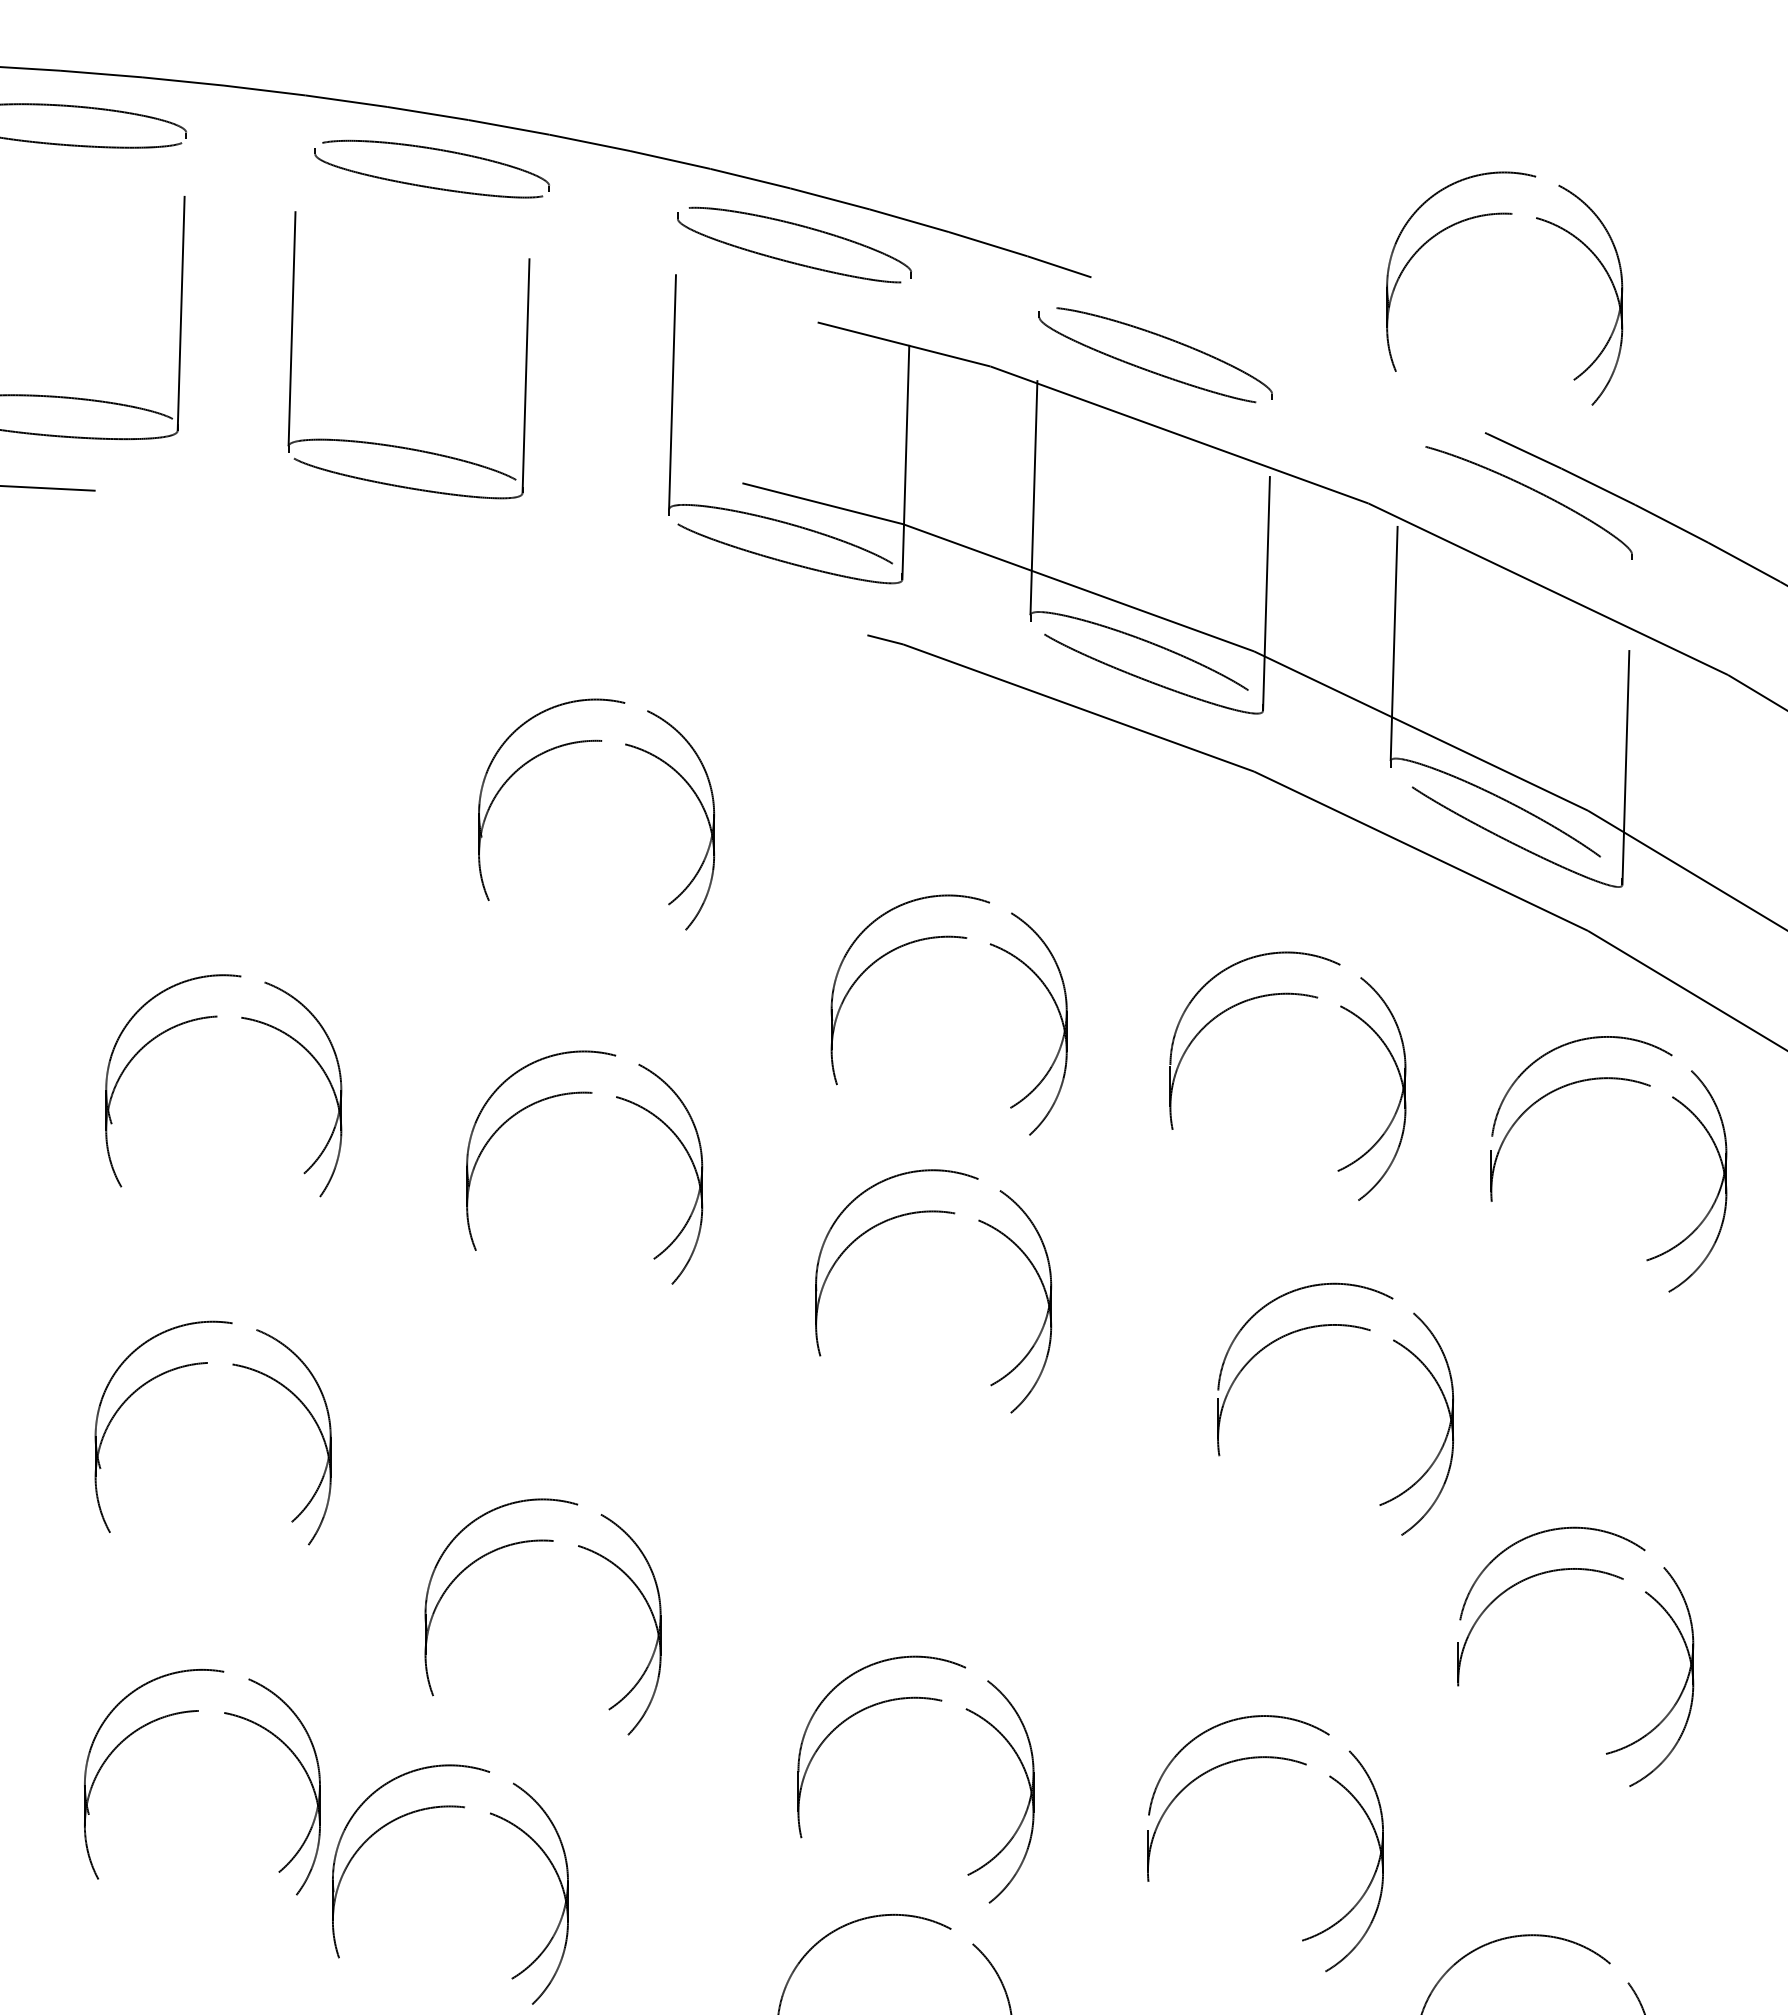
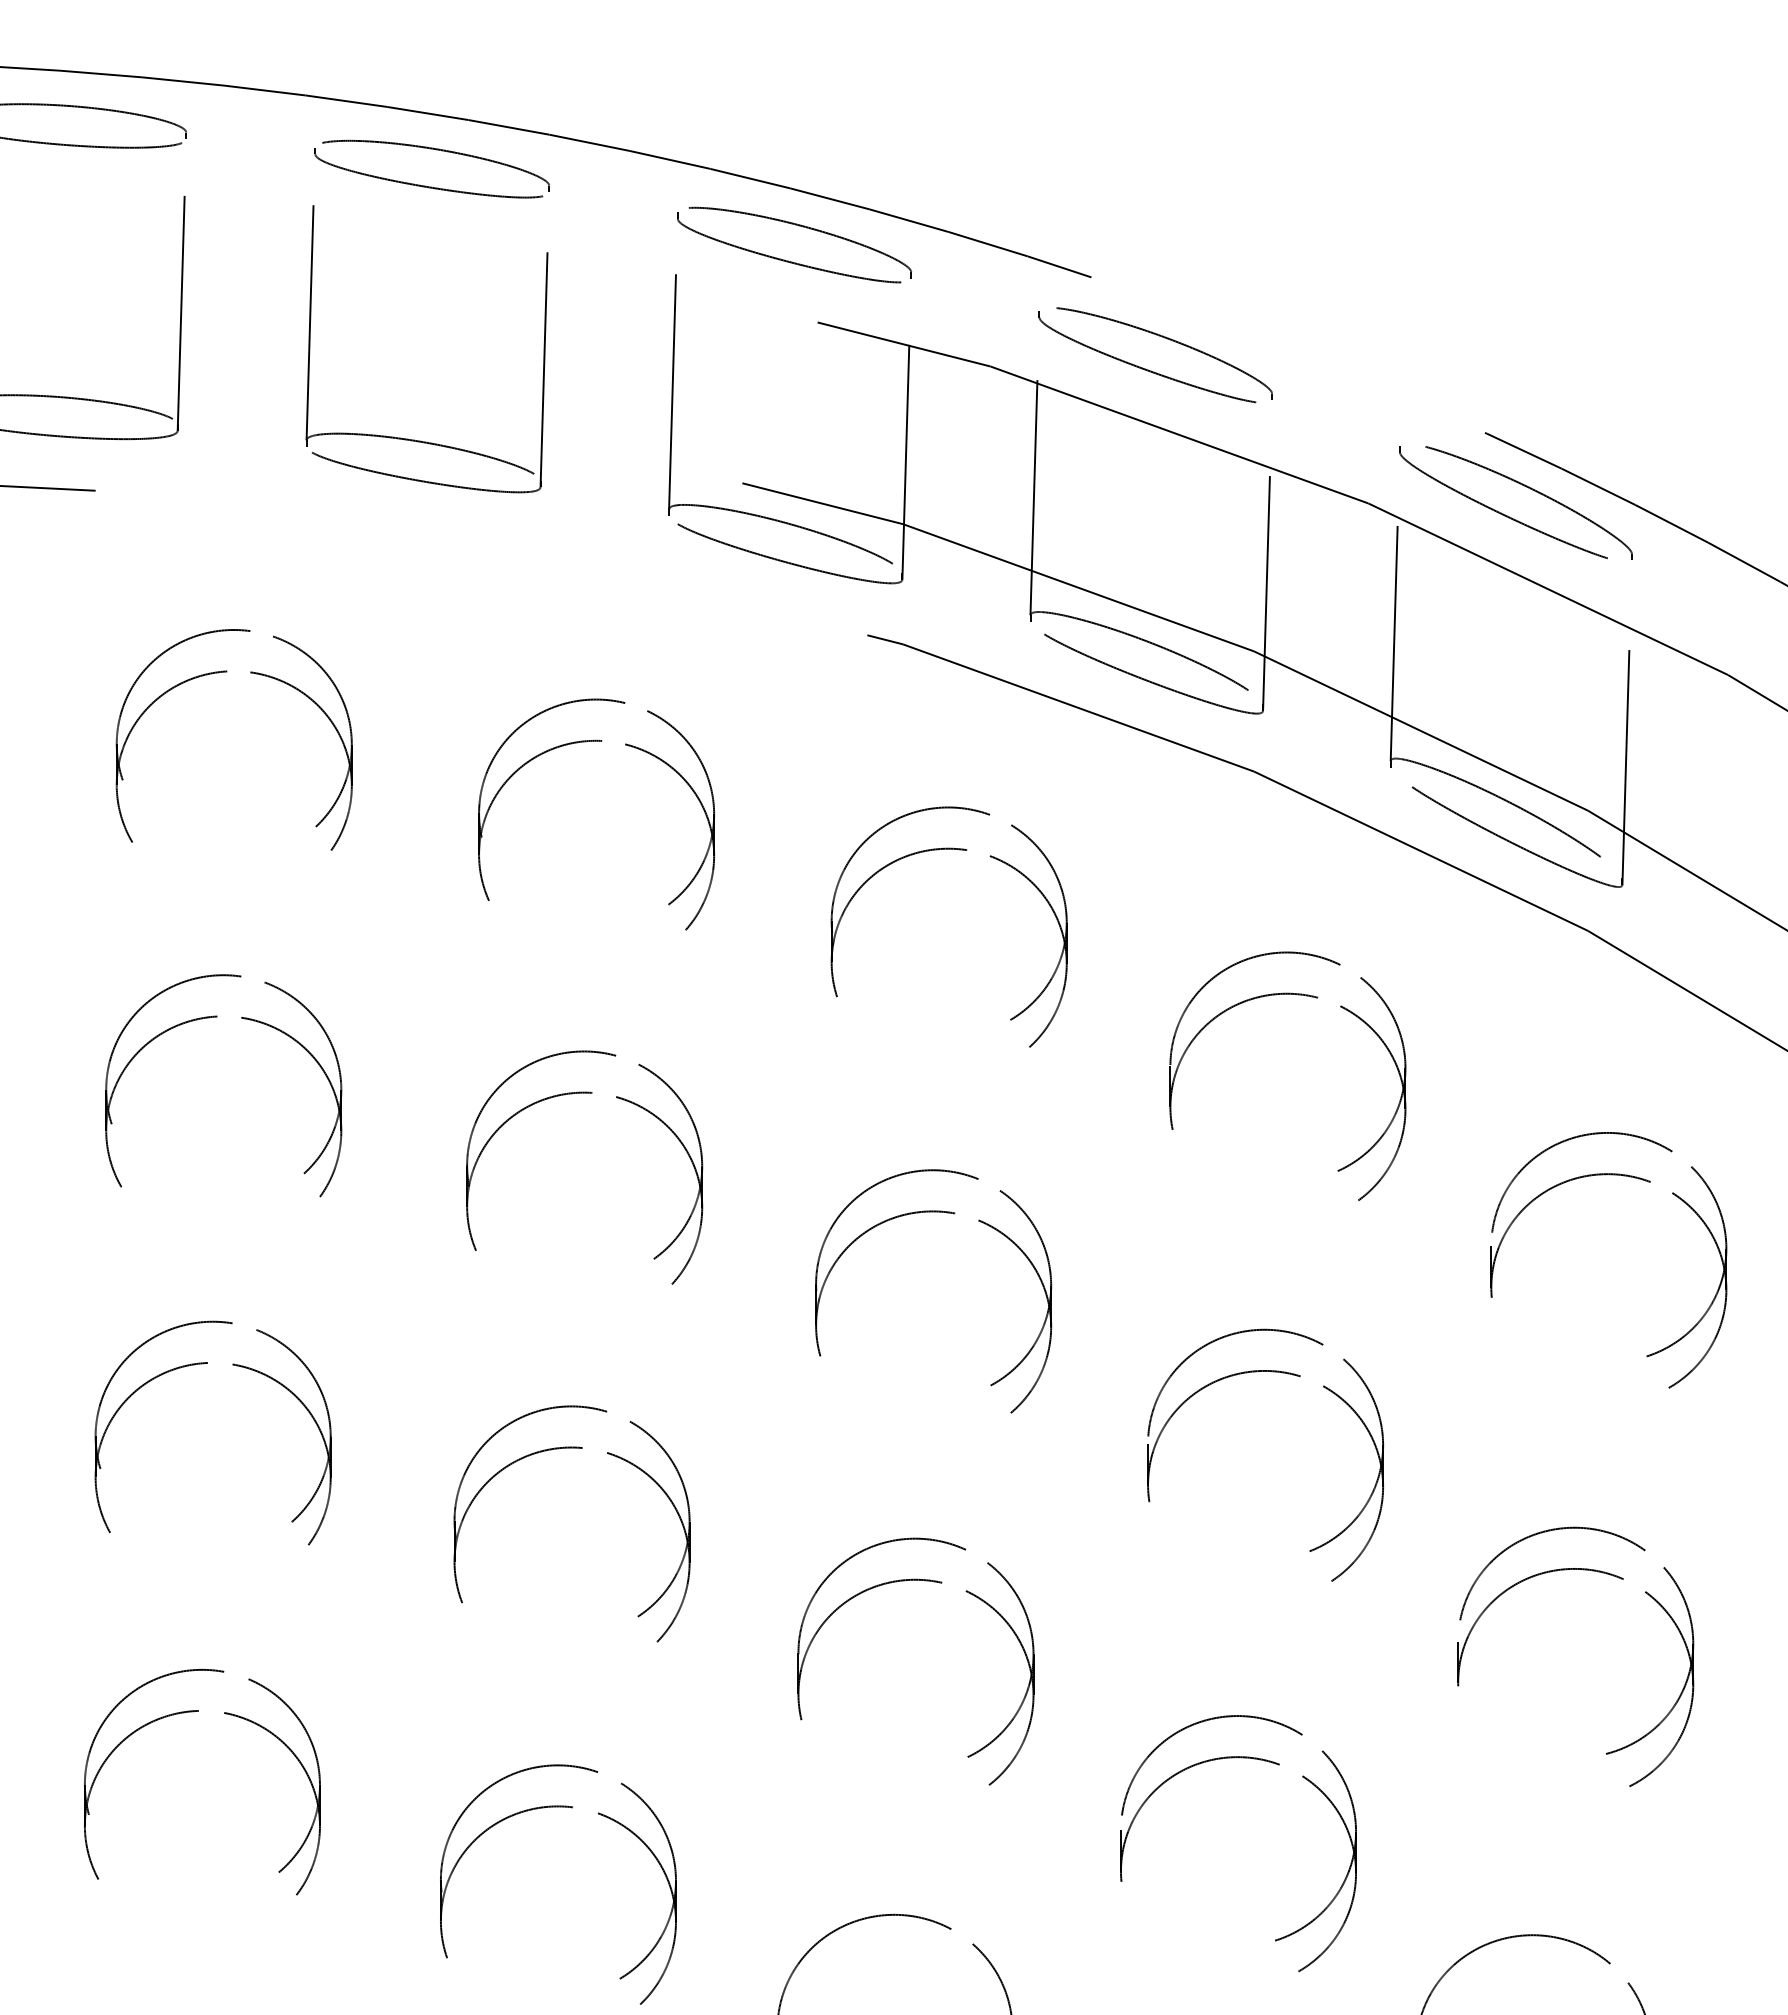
part at (1492, 215): present -> none
part at (396, 445) position: (396, 445) -> (414, 439)
part at (1499, 511): none -> present
part at (227, 672): none -> present
part at (937, 938) position: (937, 938) -> (937, 850)
part at (1608, 1079) position: (1608, 1079) -> (1608, 1175)
part at (1342, 1326) position: (1342, 1326) -> (1272, 1372)
part at (542, 1541) position: (542, 1541) -> (571, 1448)
part at (905, 1699) position: (905, 1699) -> (905, 1581)
part at (1266, 1758) position: (1266, 1758) -> (1239, 1758)
part at (450, 1807) position: (450, 1807) -> (558, 1807)
